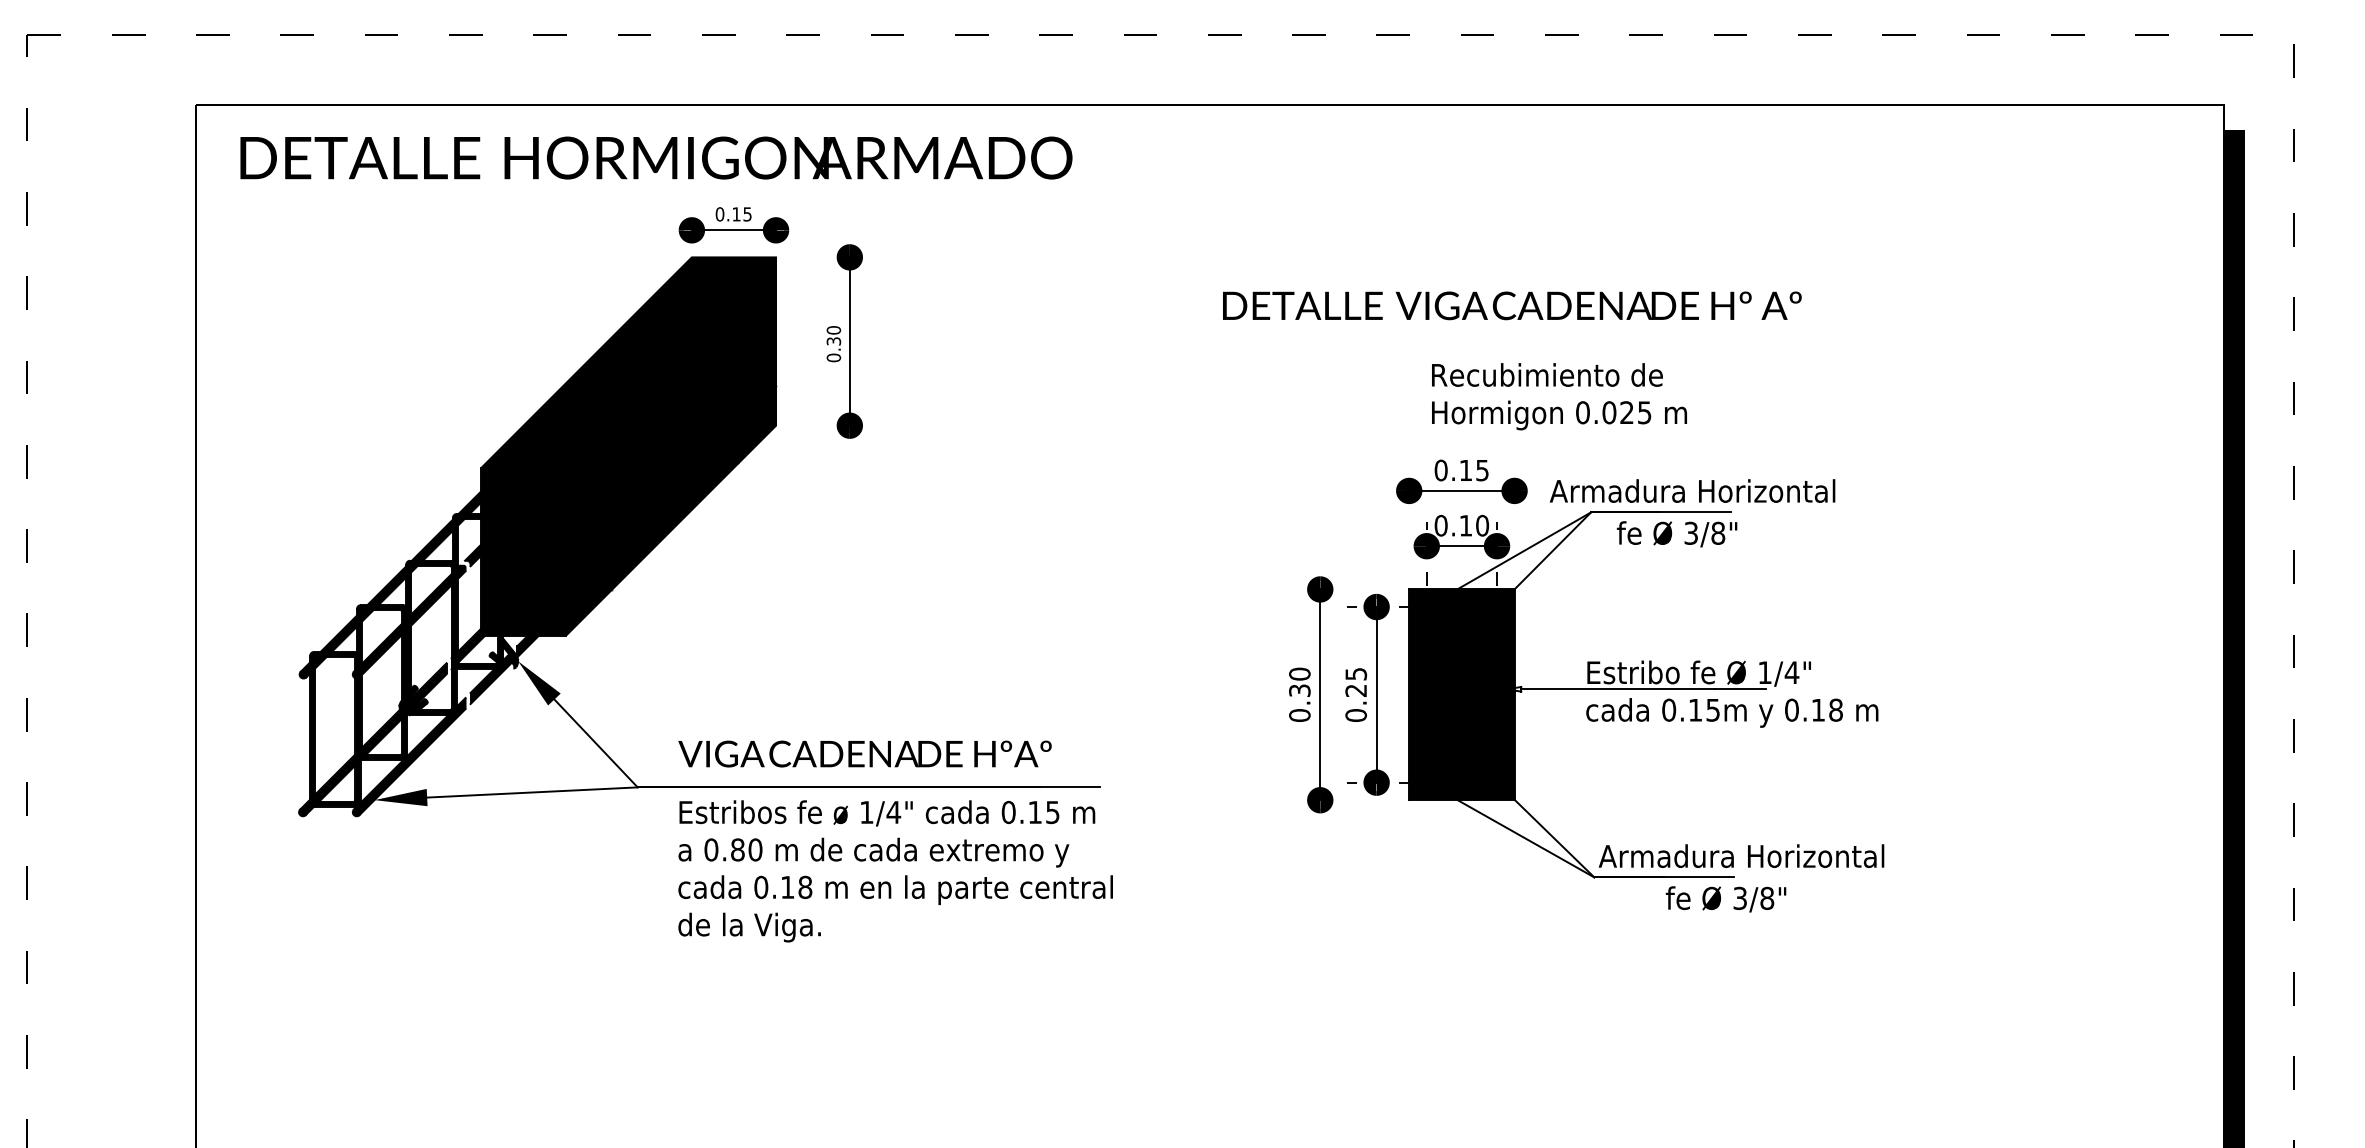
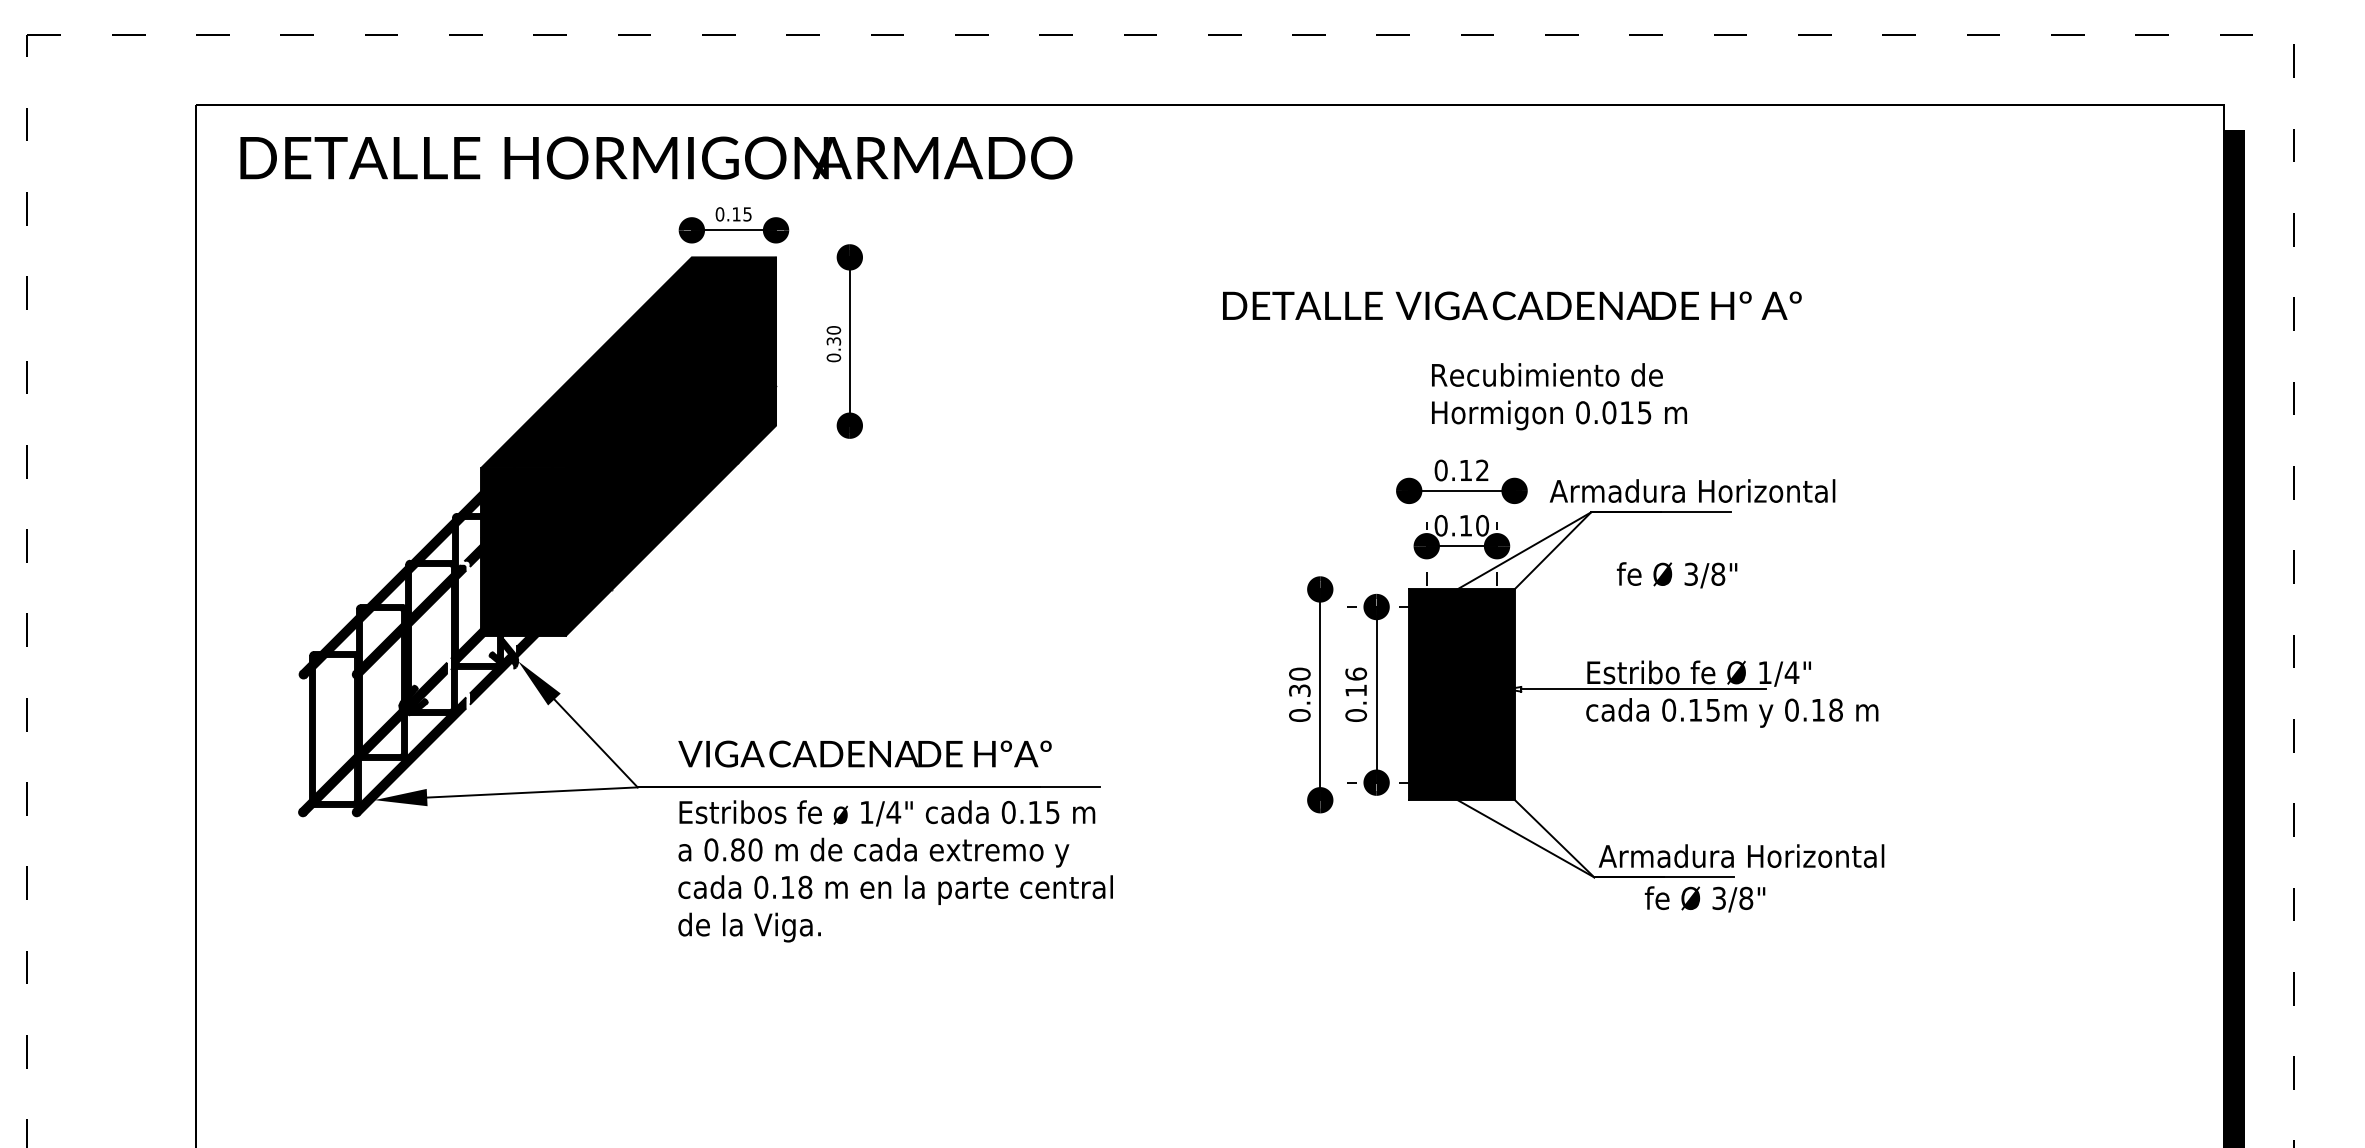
text at (1626, 412): 0.025 -> 0.015
text at (1482, 470): 0.15 -> 0.12
text at (1676, 534) position: (1676, 534) -> (1676, 575)
text at (1356, 682): 0.25 -> 0.16
text at (1725, 899) position: (1725, 899) -> (1704, 899)
